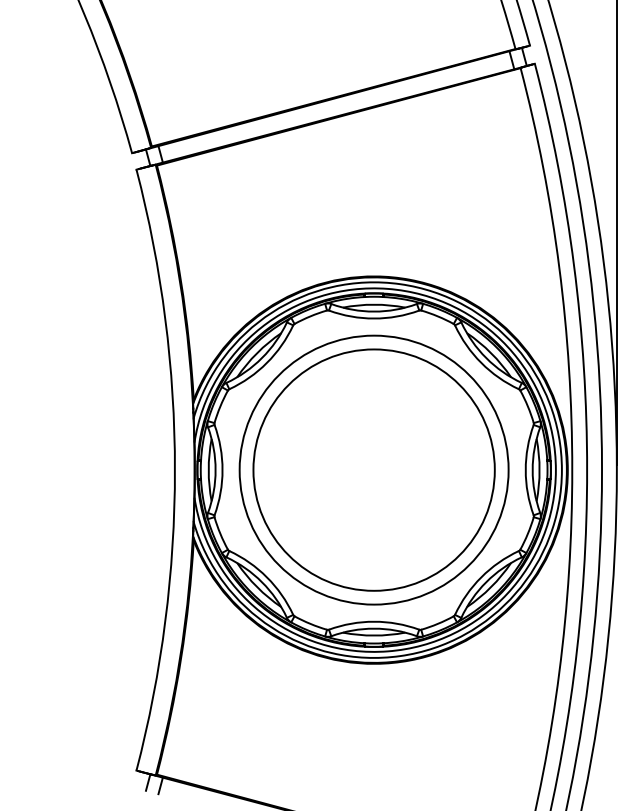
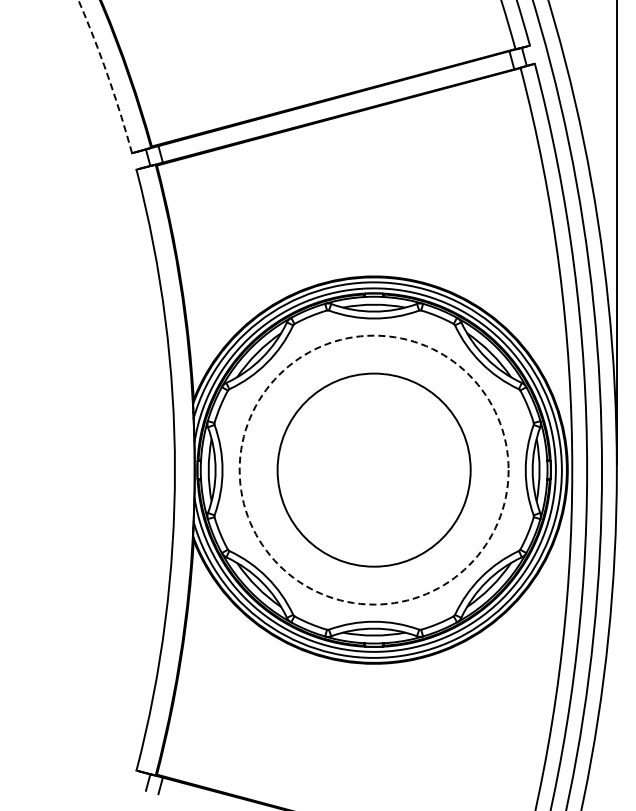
arc at (107, 75): solid -> dashed
circle at (373, 469) diameter: 241 px -> 193 px
circle at (373, 469): solid -> dashed
